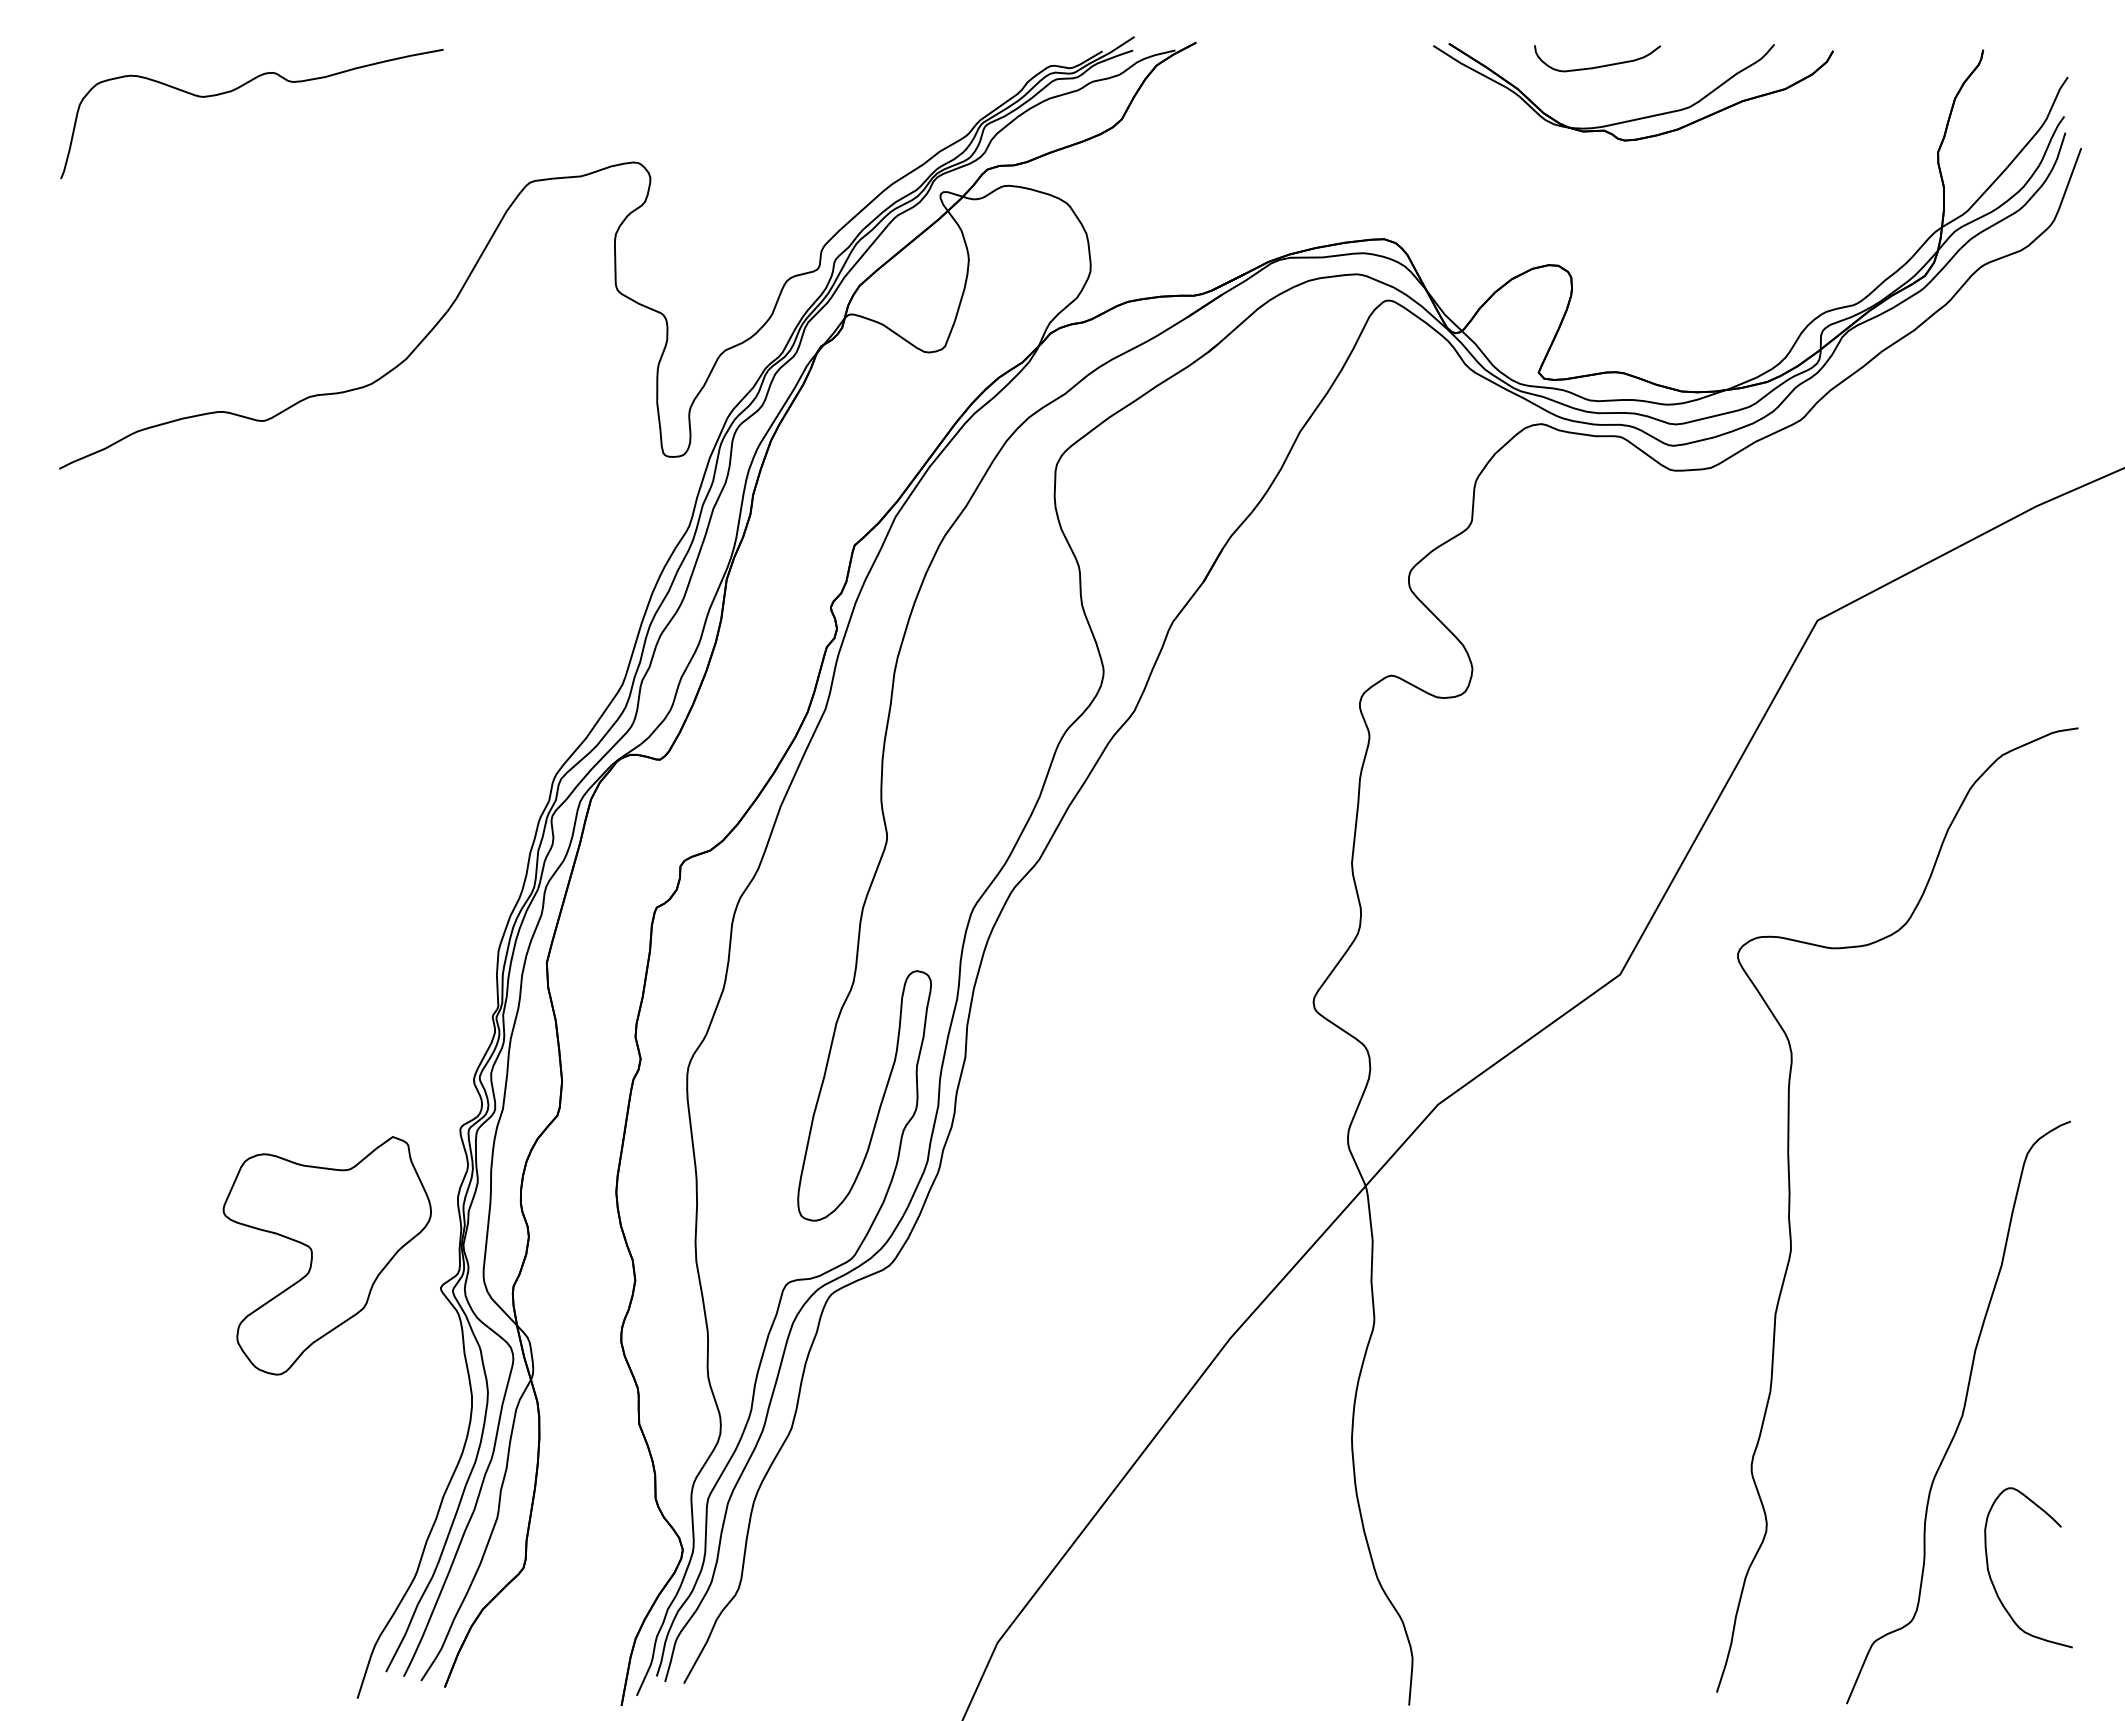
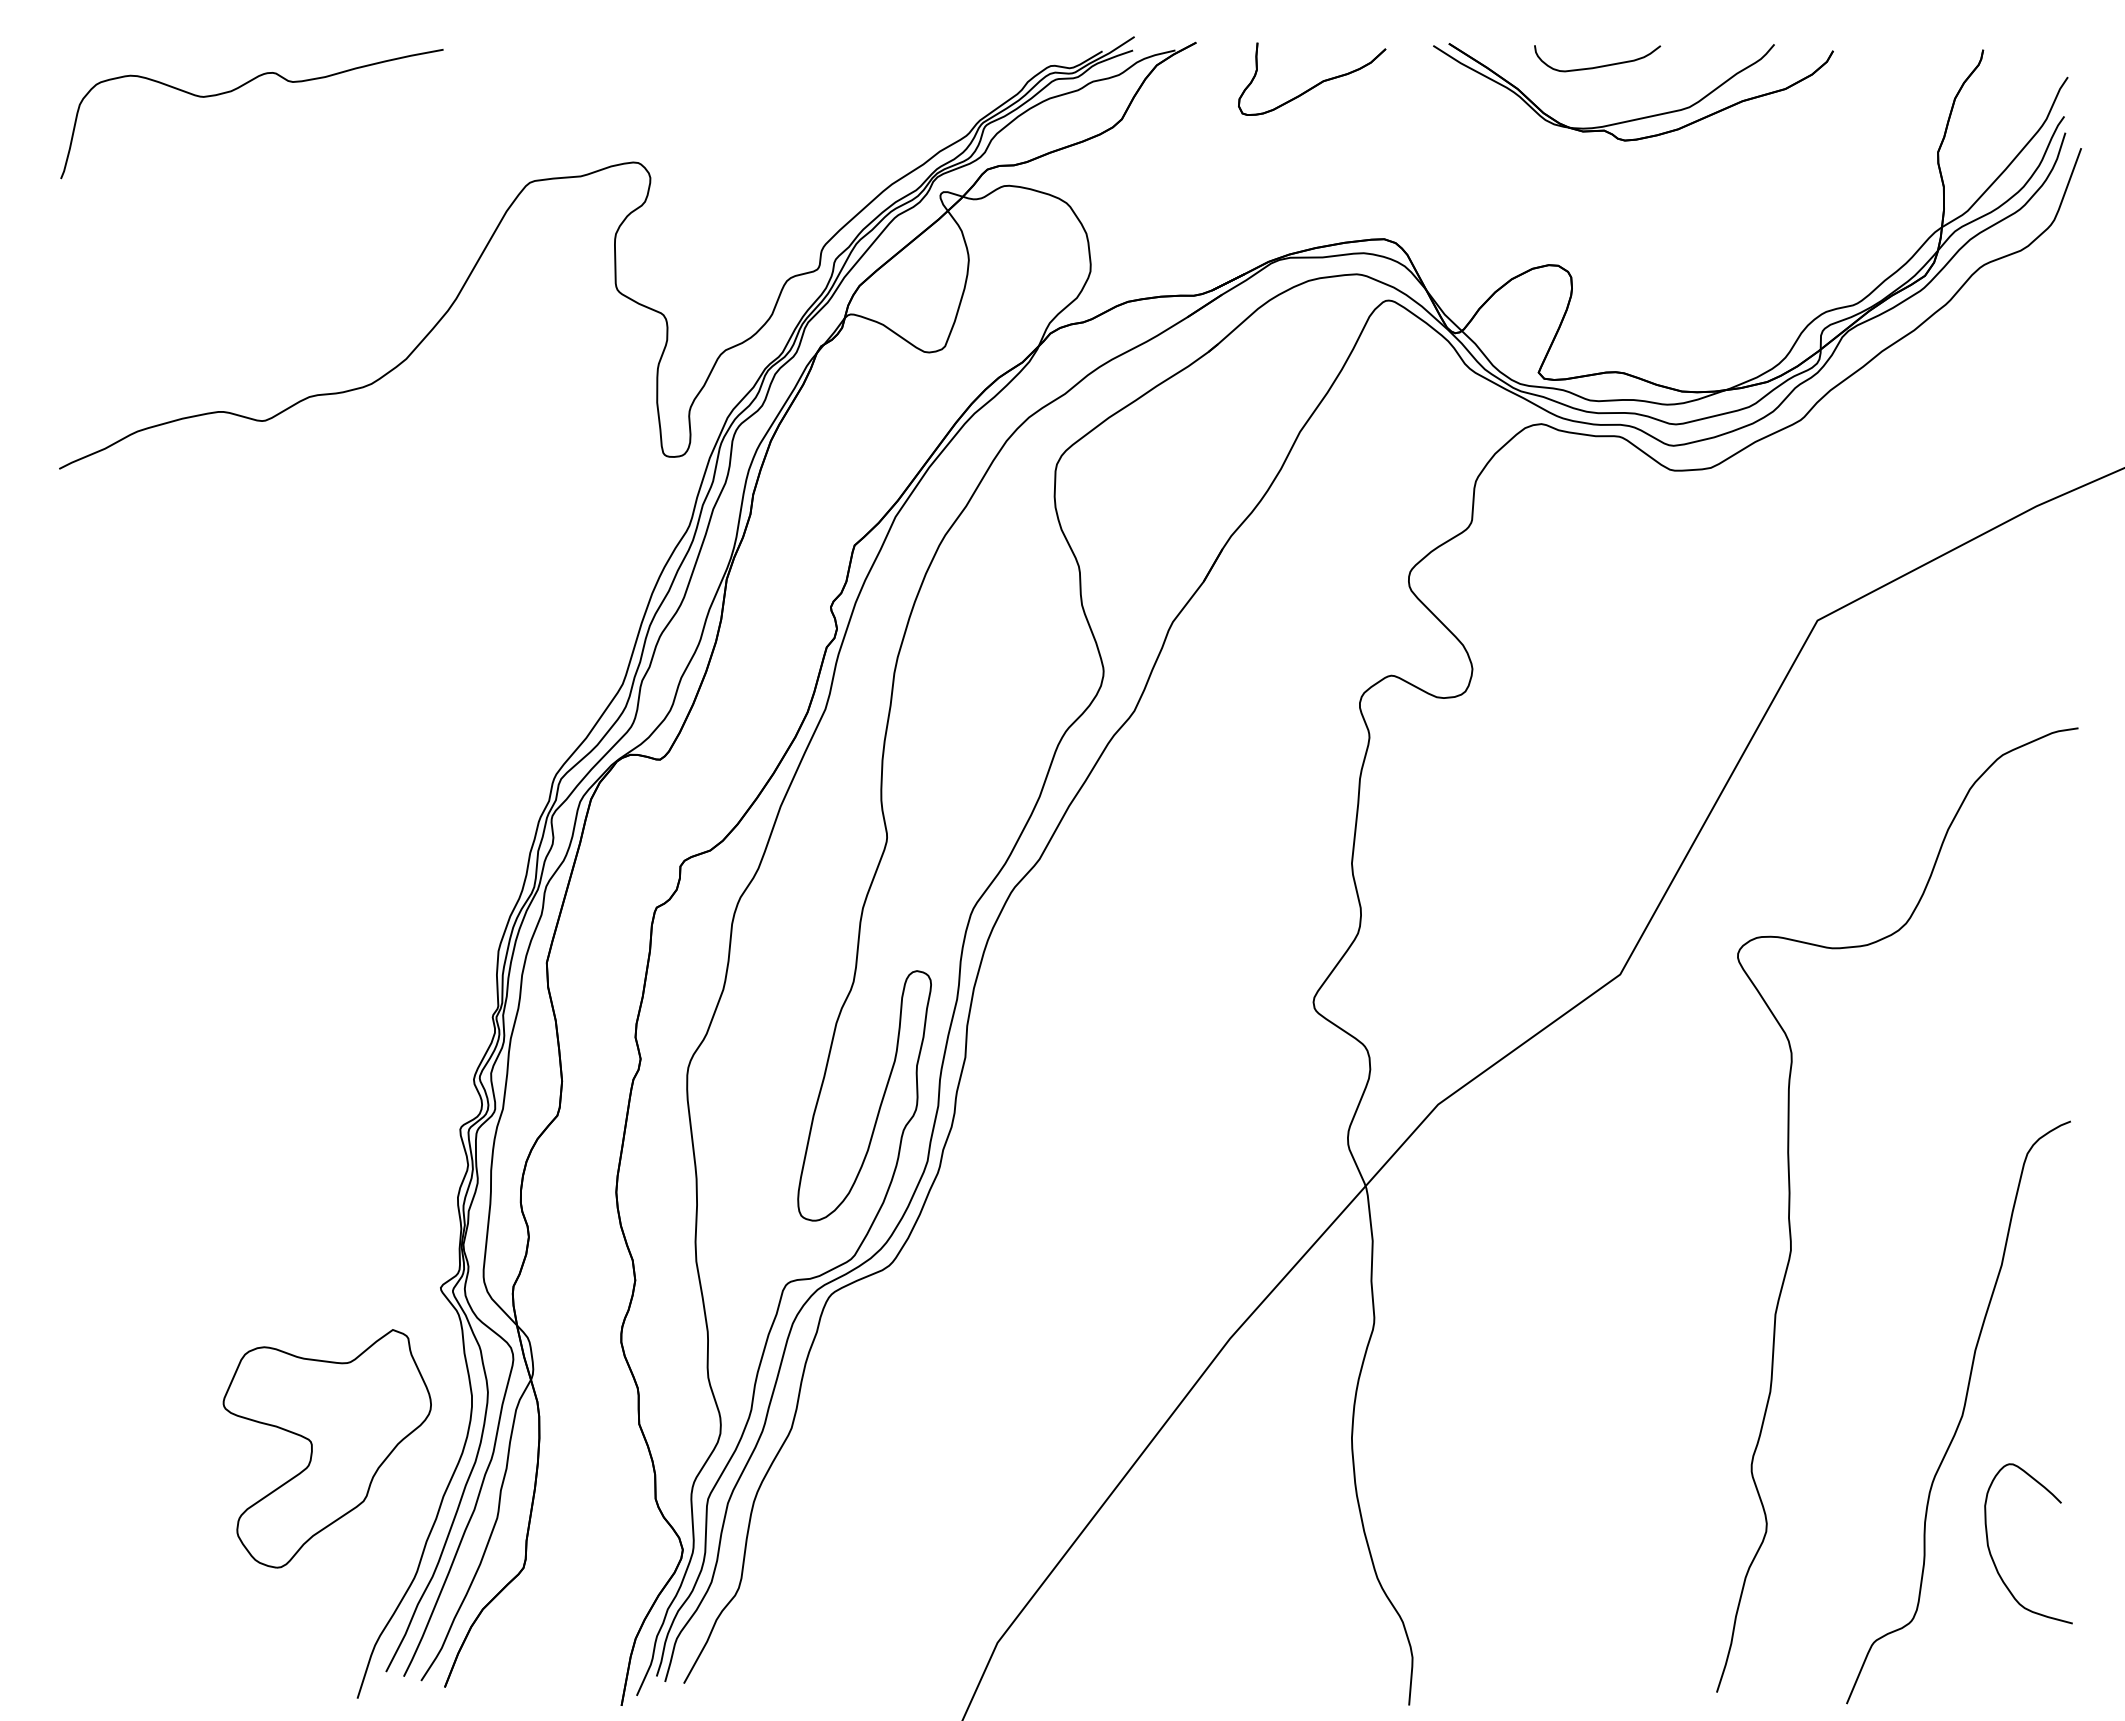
part at (1315, 84): none -> present
part at (326, 1255) position: (326, 1255) -> (326, 1448)
curve at (1993, 1582) position: (1993, 1582) -> (1993, 1558)
